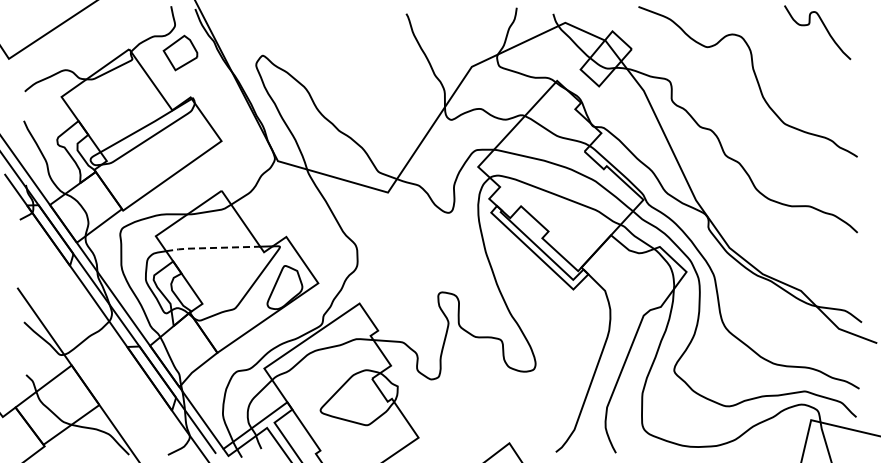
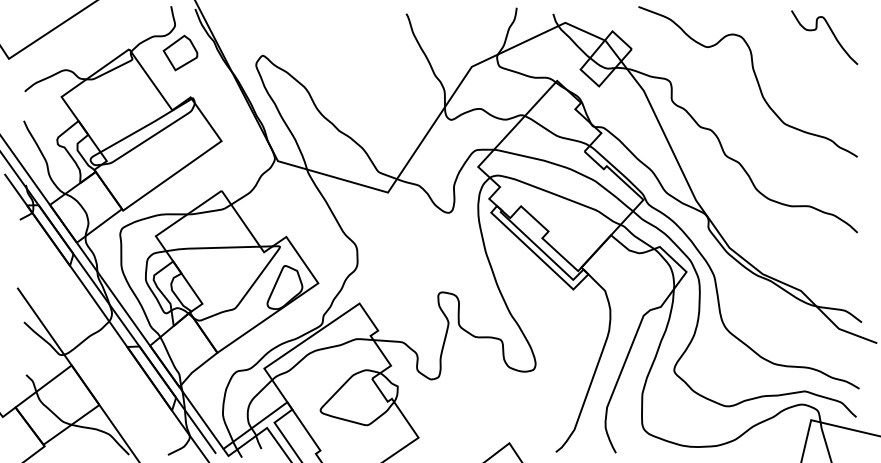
curve at (825, 29) position: (825, 29) -> (832, 34)
line at (211, 248): dashed -> solid
